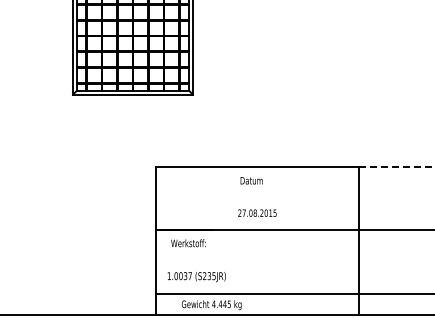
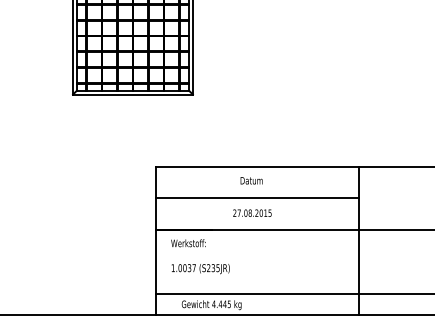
line at (397, 166): dashed -> solid
line at (257, 198): none -> present
text at (257, 212) position: (257, 212) -> (252, 212)
text at (196, 277) position: (196, 277) -> (200, 269)
